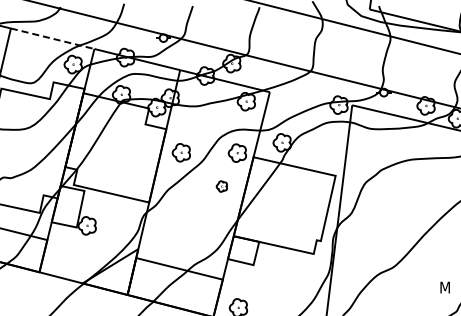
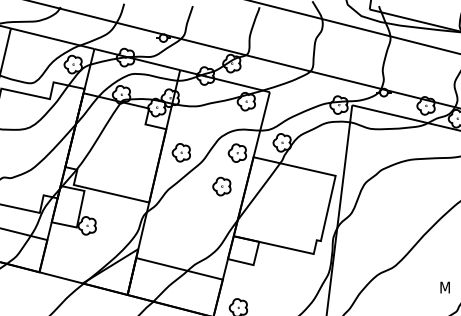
line at (52, 38): dashed -> solid
part at (221, 186) size: 13x13 px -> 20x21 px
